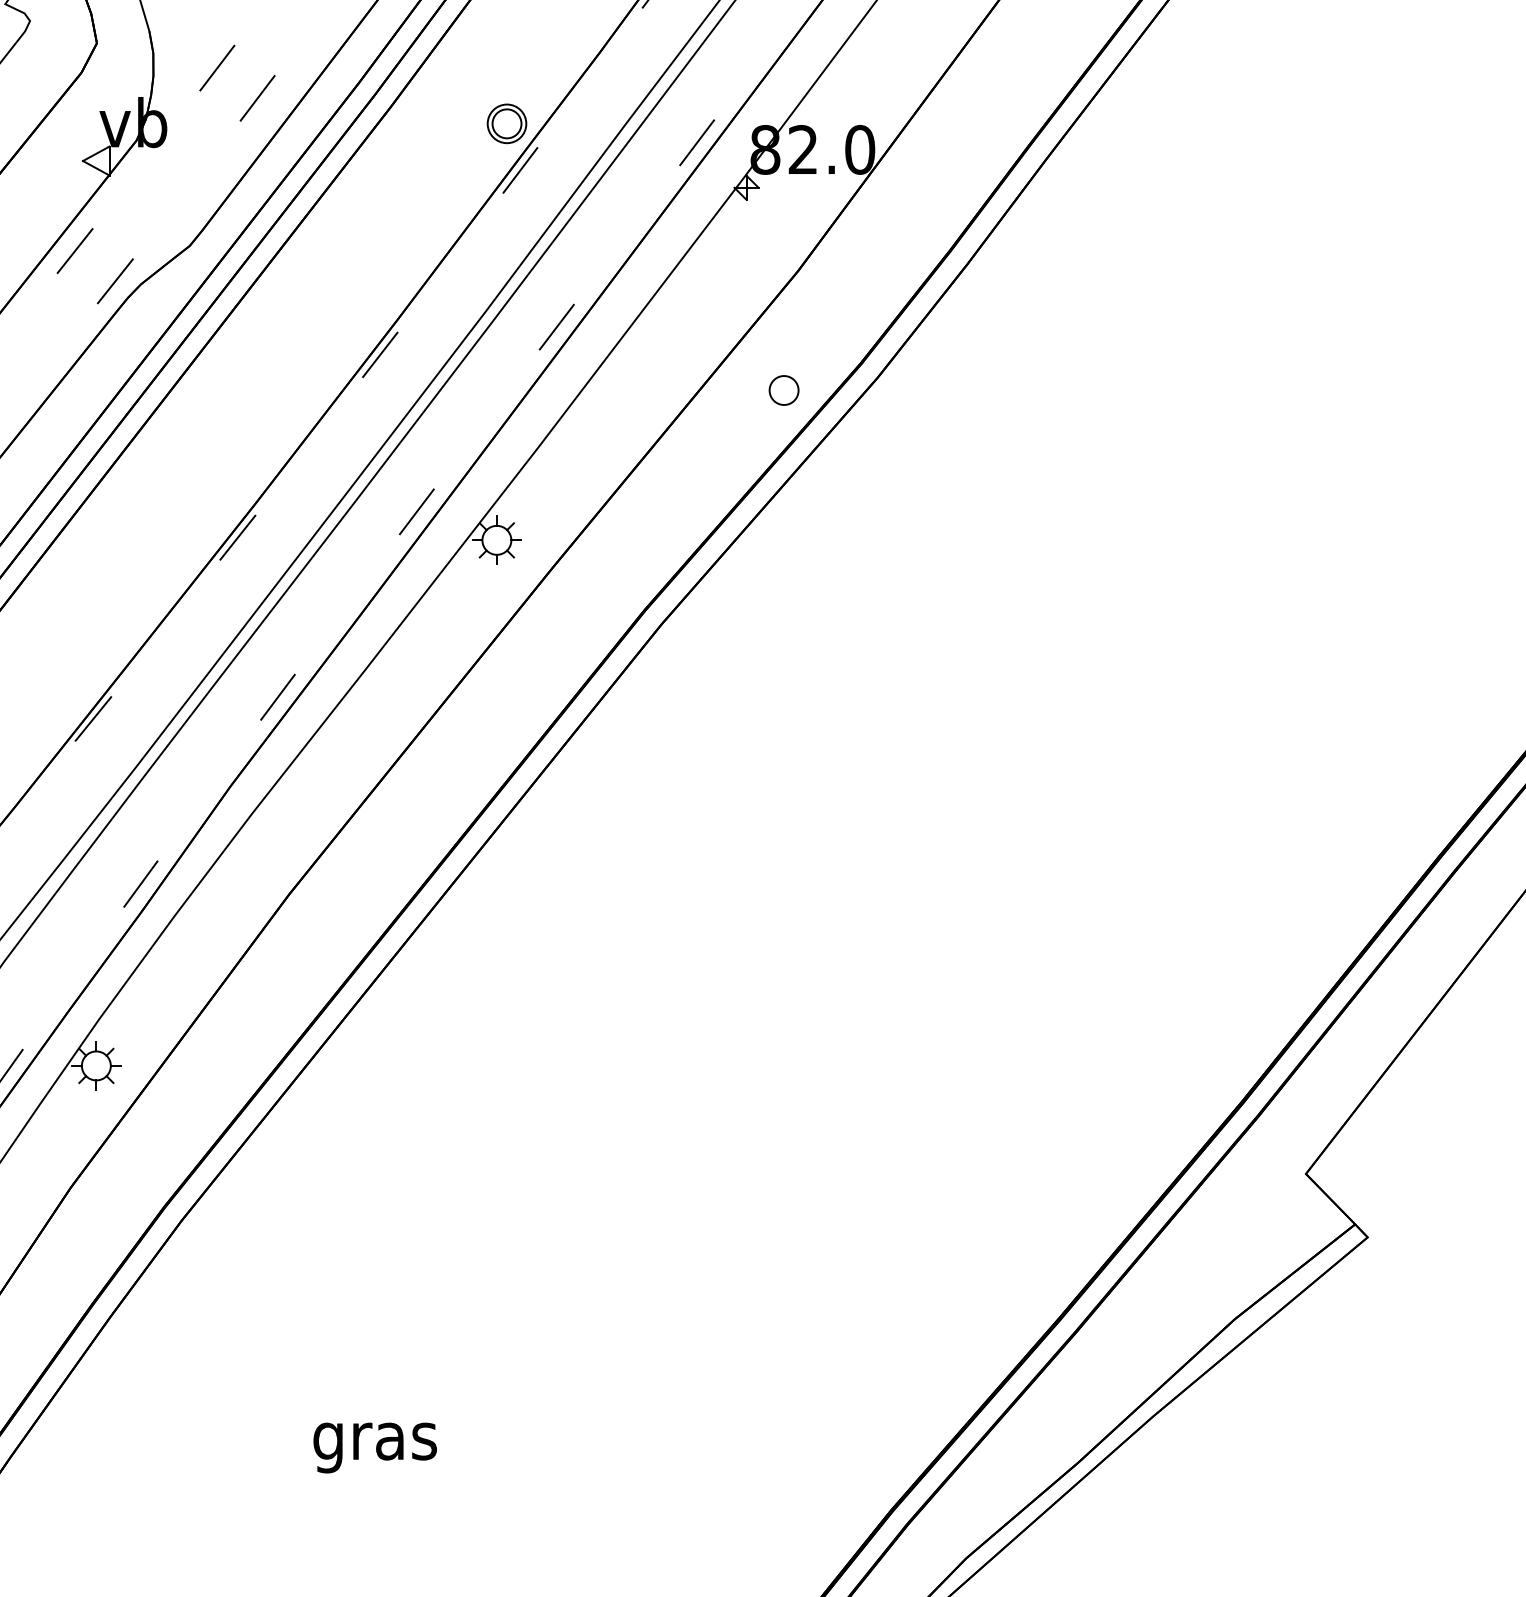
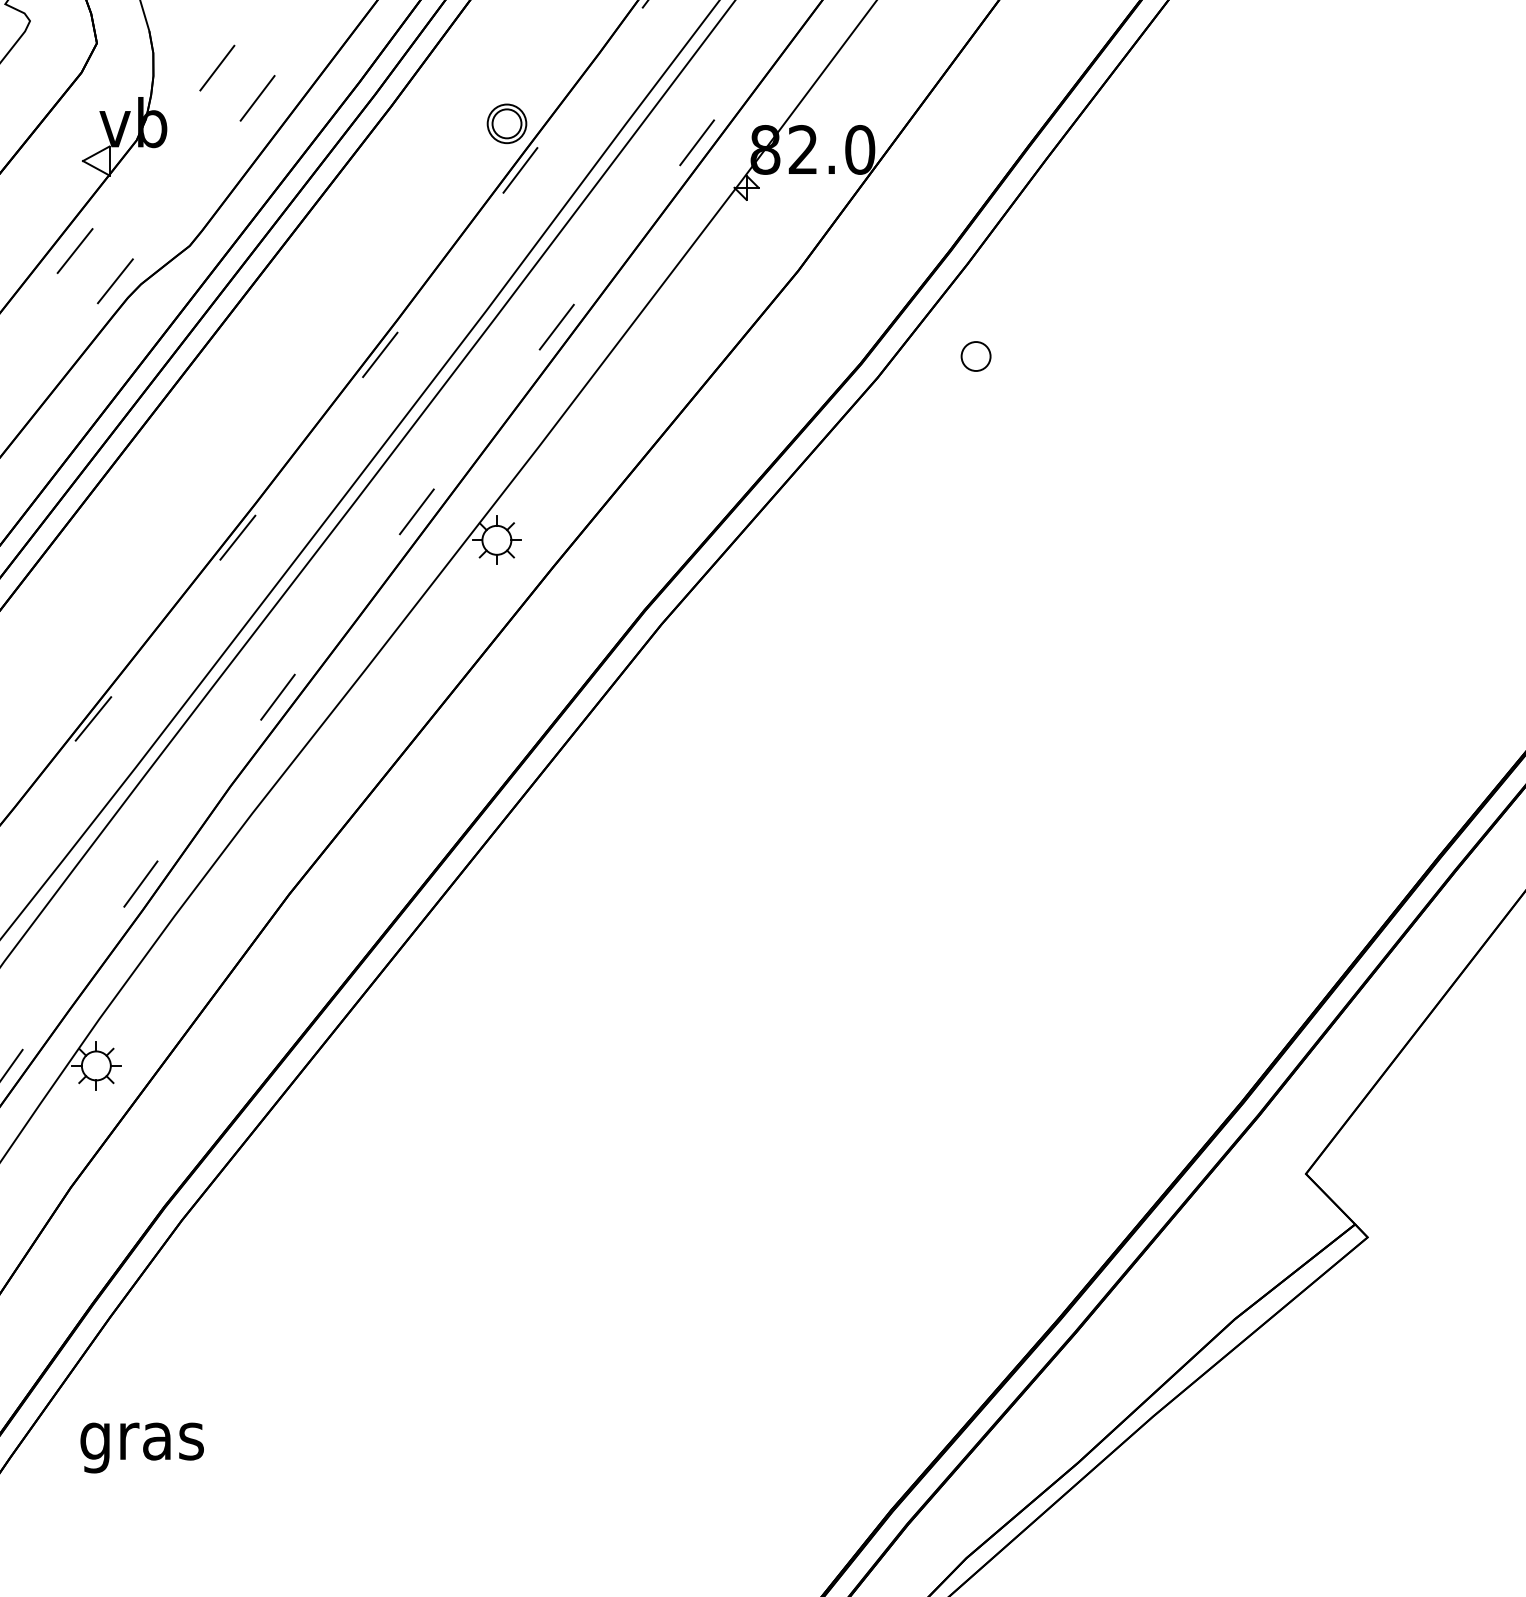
part at (783, 390) position: (783, 390) -> (975, 356)
text at (374, 1447) position: (374, 1447) -> (141, 1447)
